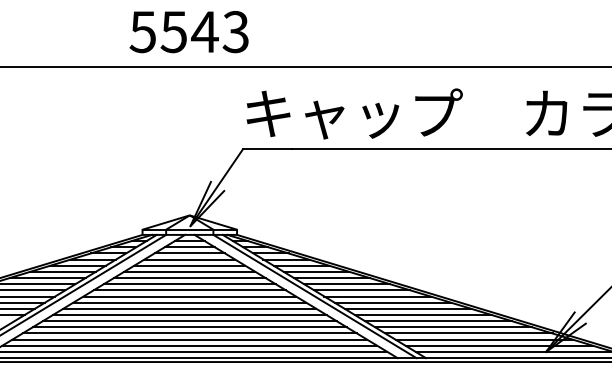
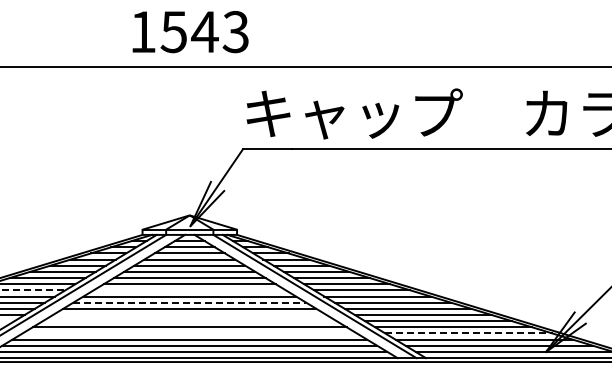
text at (142, 32): 5543 -> 1543
line at (33, 290): solid -> dashed
line at (189, 290): present -> none
line at (190, 302): solid -> dashed
line at (189, 315): present -> none
line at (189, 321): present -> none
line at (189, 333): present -> none
line at (468, 333): solid -> dashed
